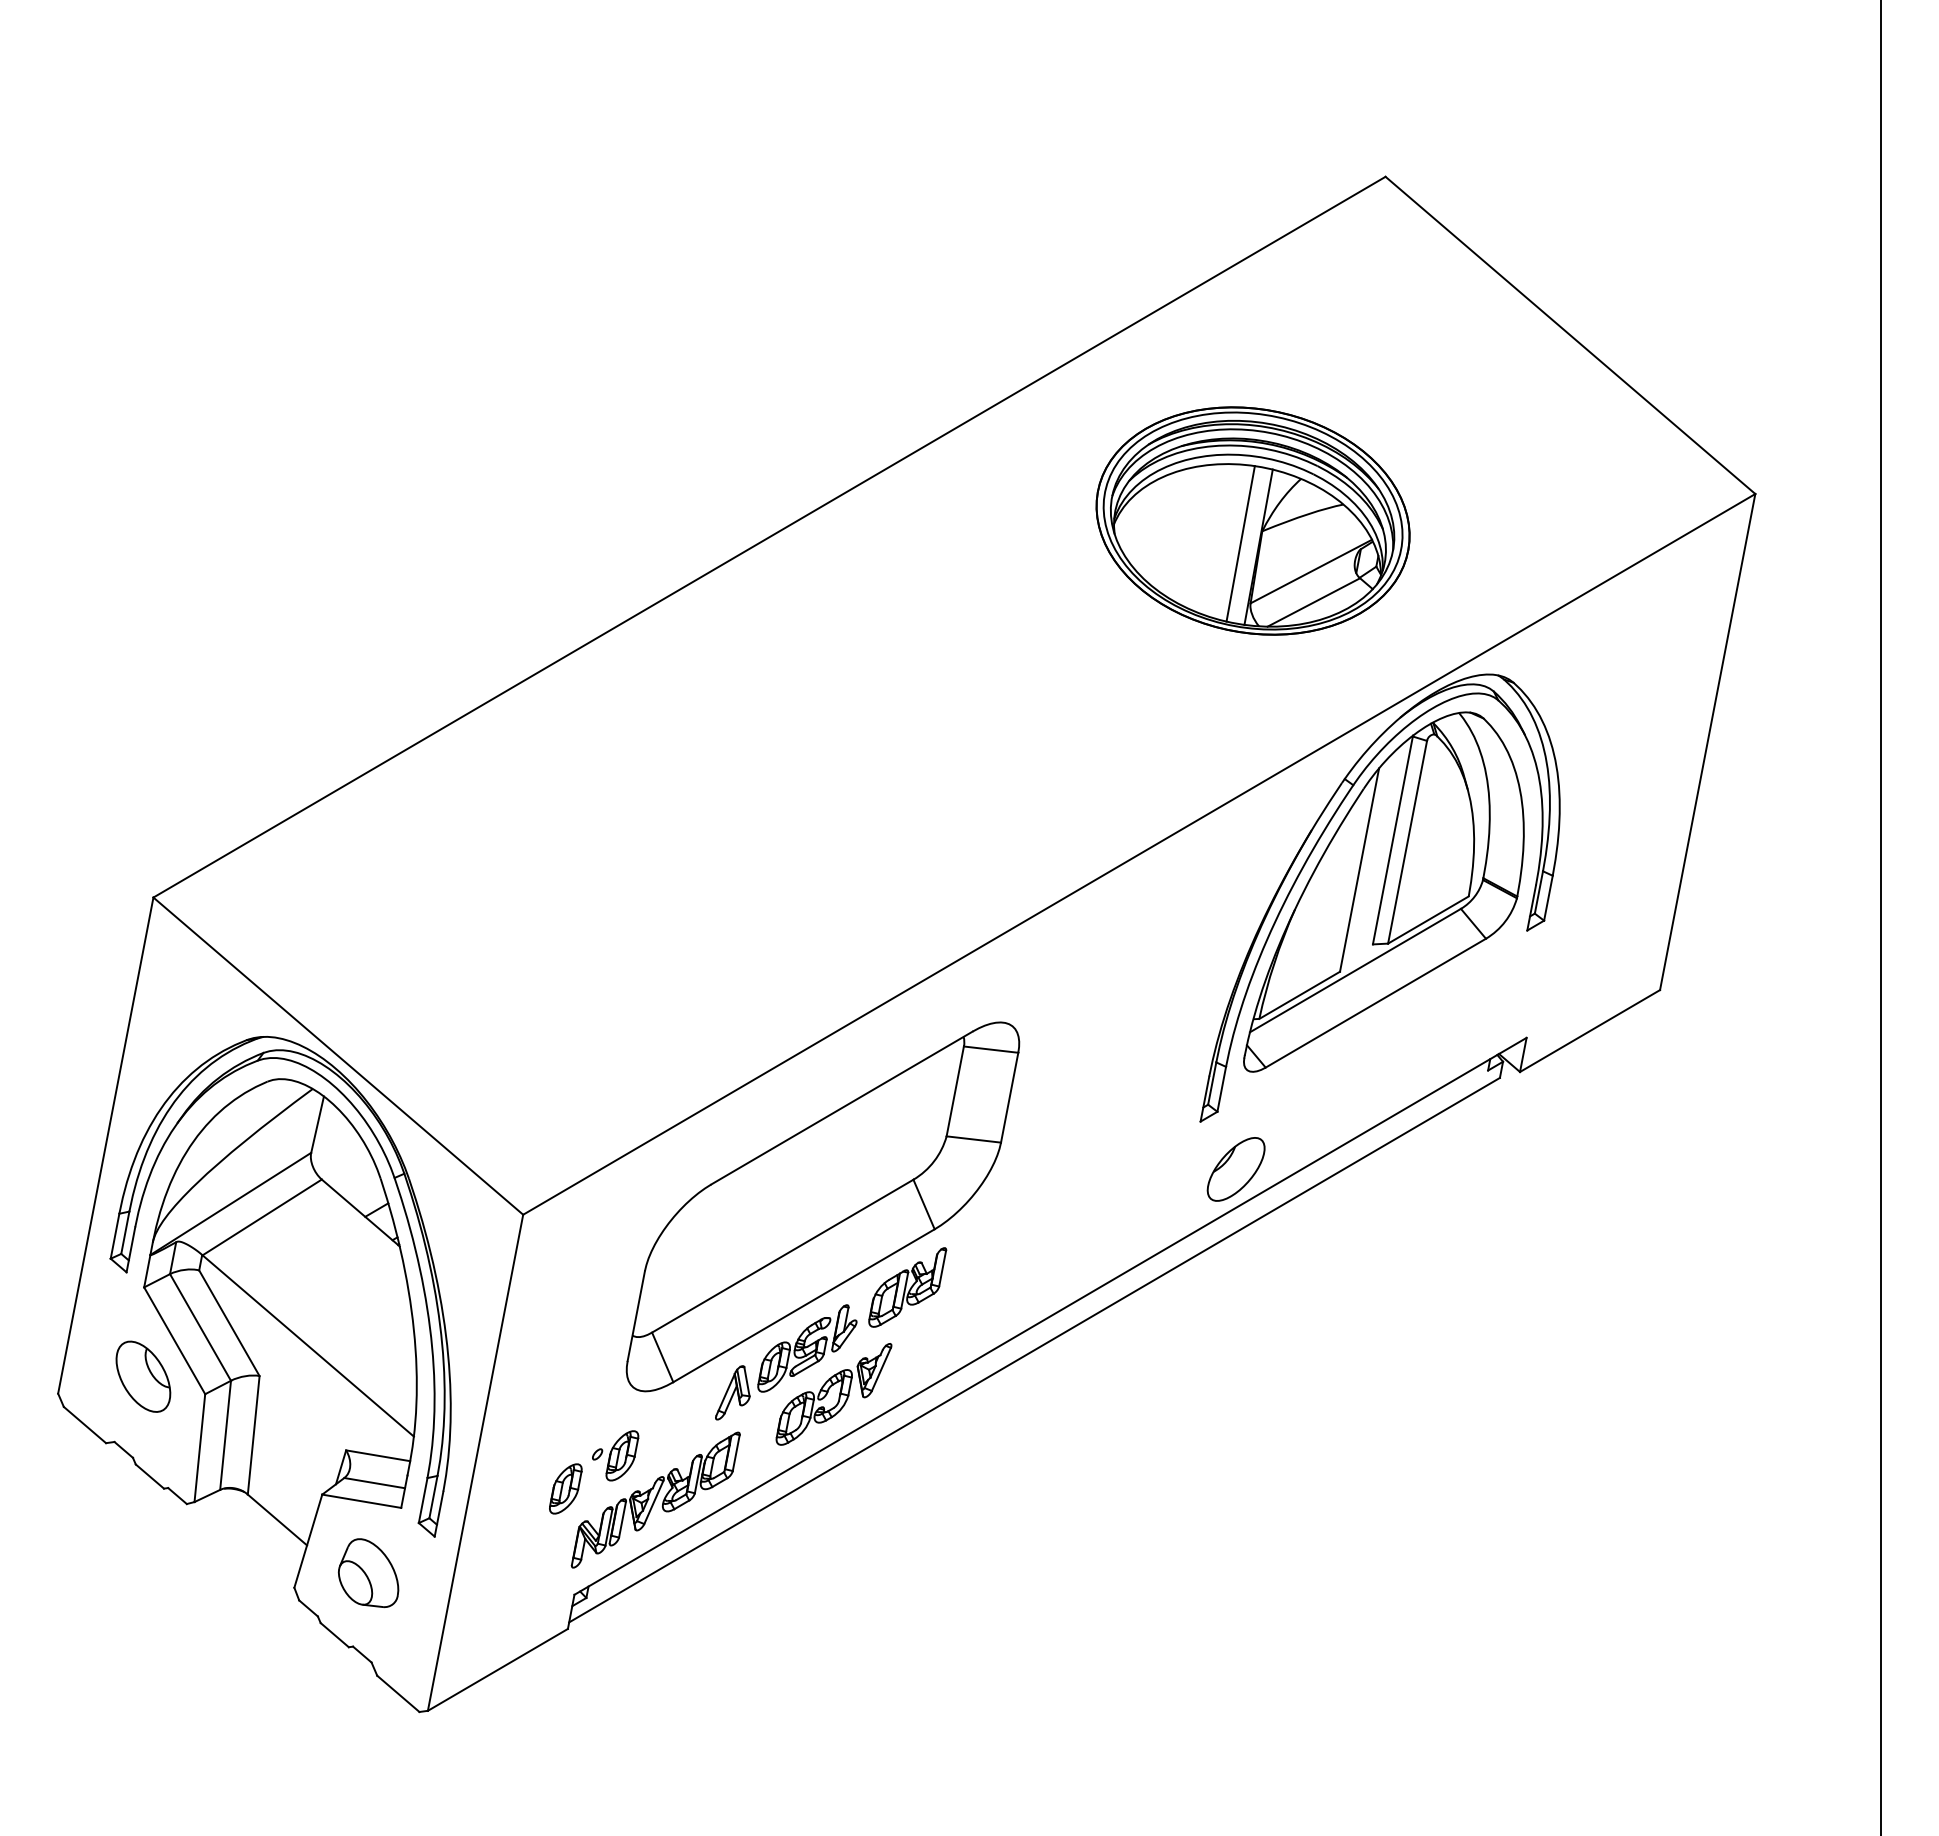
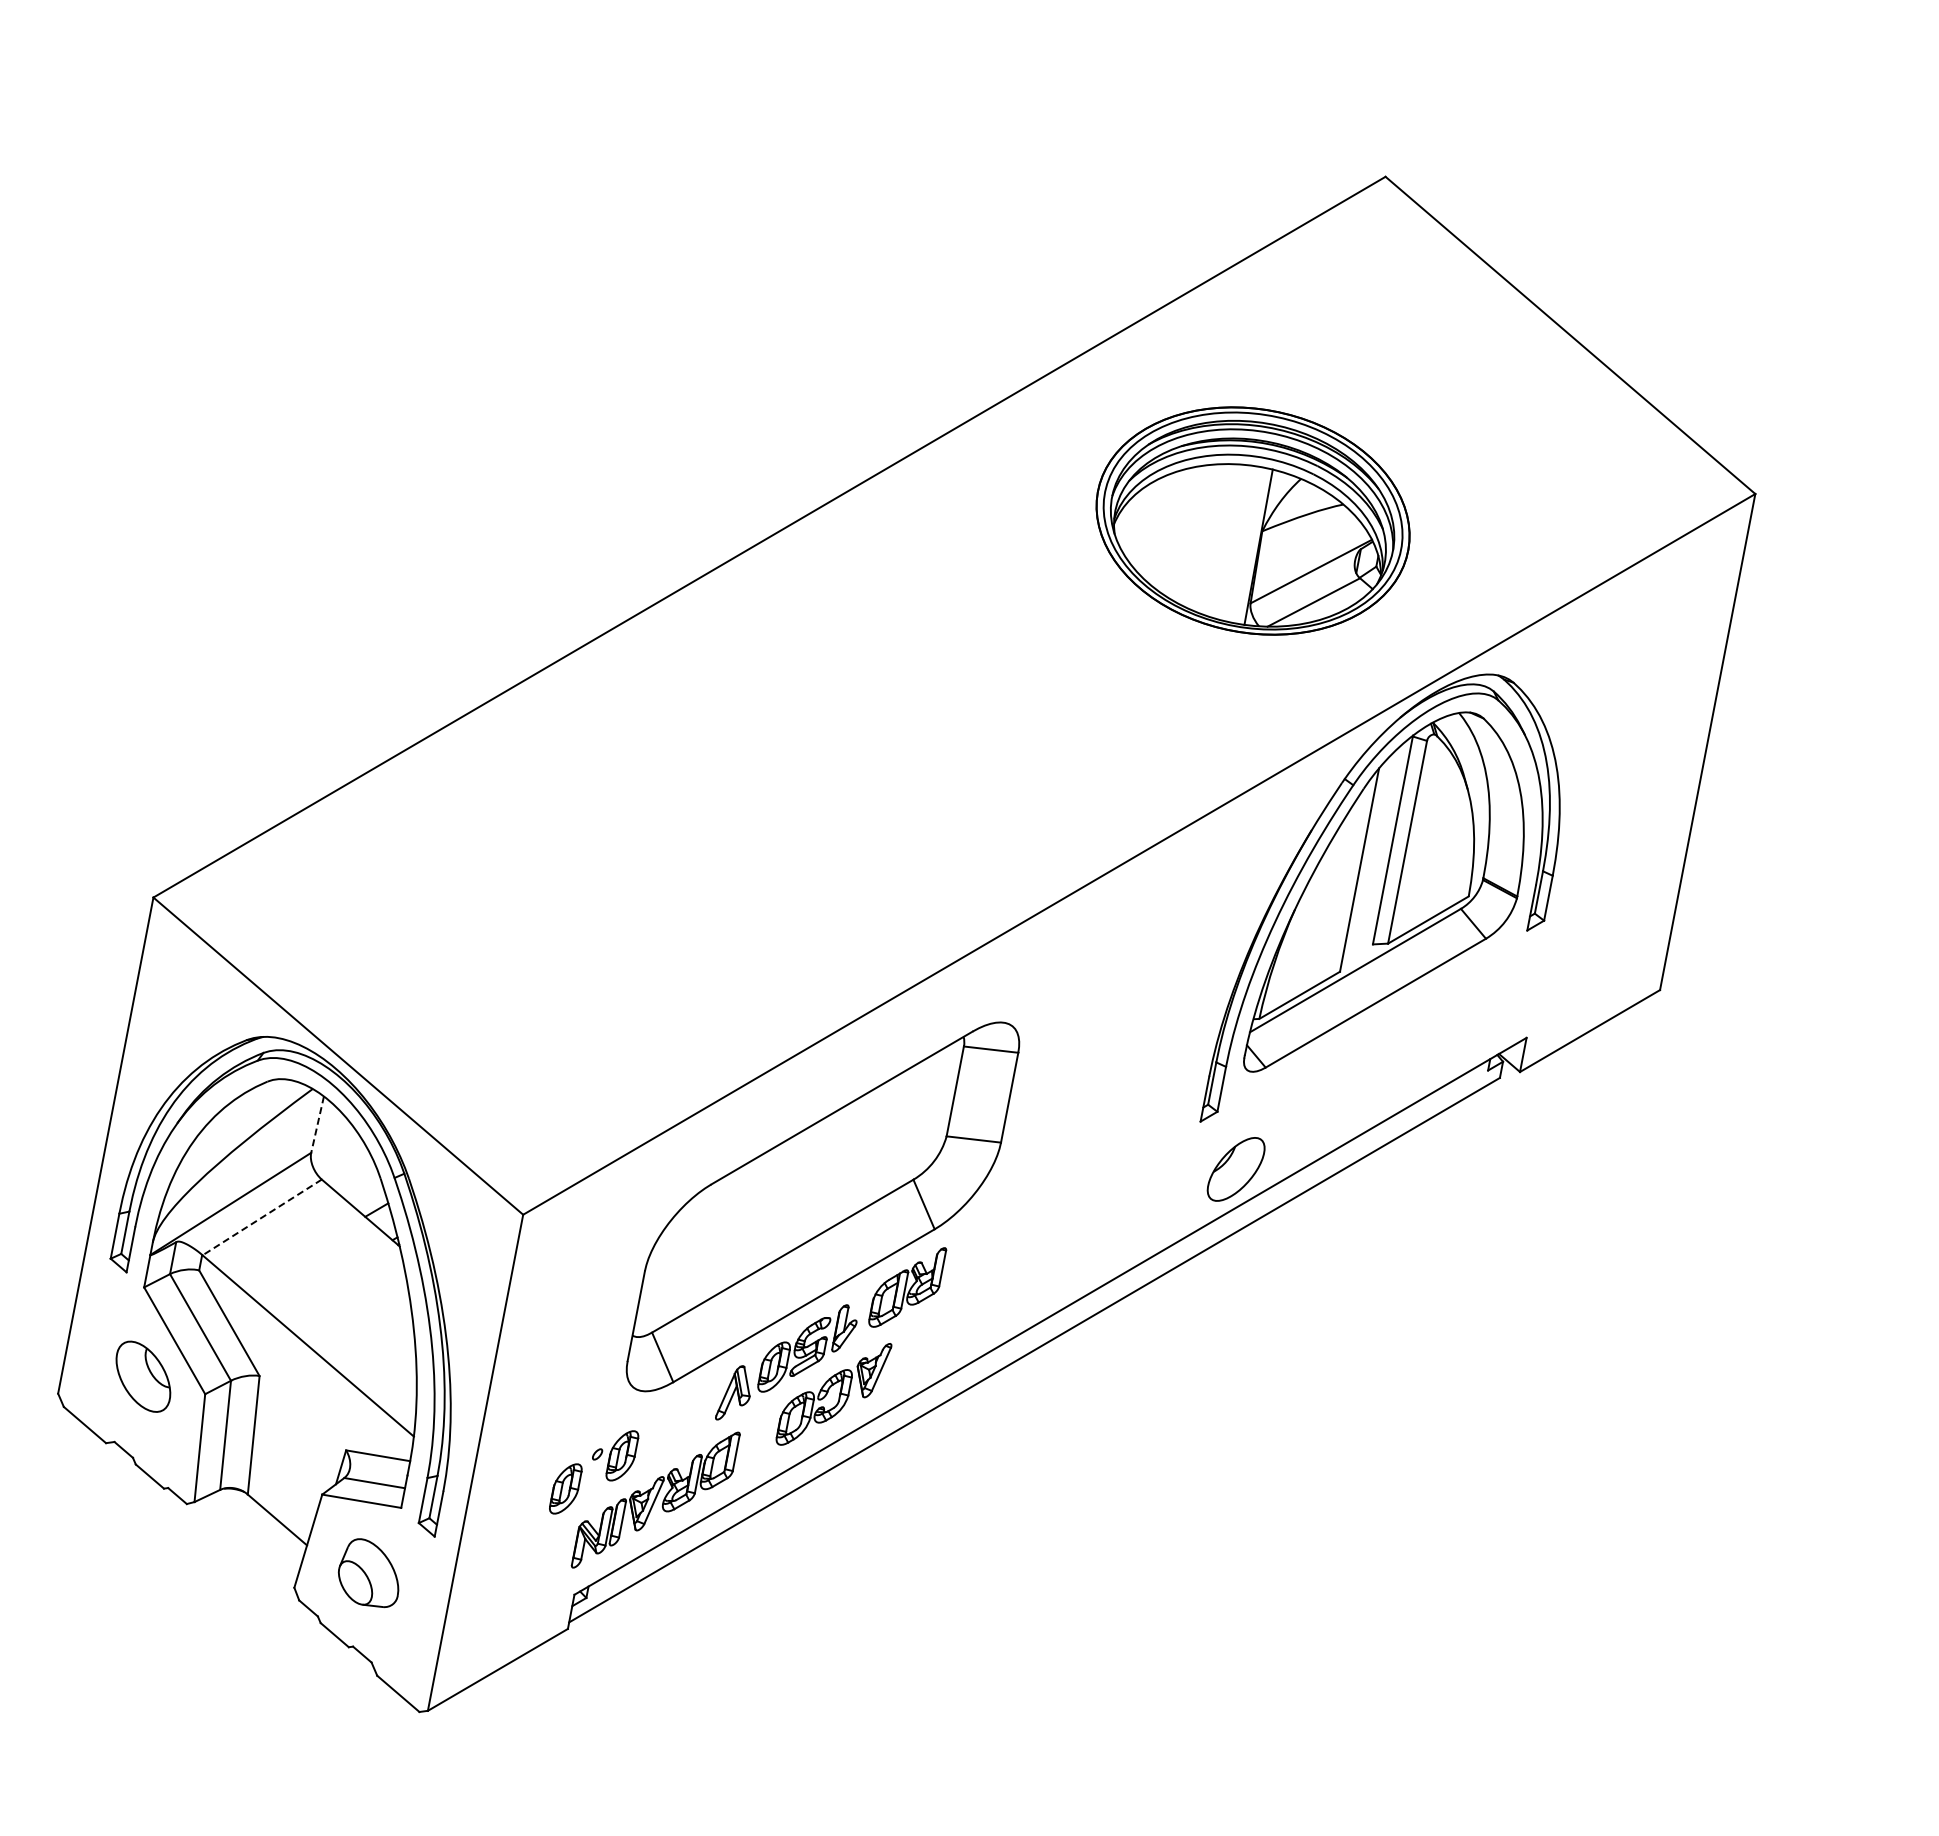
line at (1240, 543): present -> none
line at (1880, 917): present -> none
line at (317, 1124): solid -> dashed
line at (262, 1217): solid -> dashed
